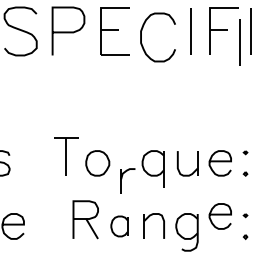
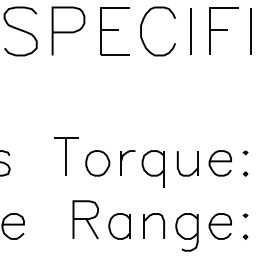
curve at (141, 37) position: (141, 37) -> (141, 31)
line at (239, 42): present -> none
part at (127, 180) position: (127, 180) -> (127, 162)
curve at (219, 215) position: (219, 215) -> (219, 225)
part at (119, 226) size: 19x23 px -> 23x27 px
